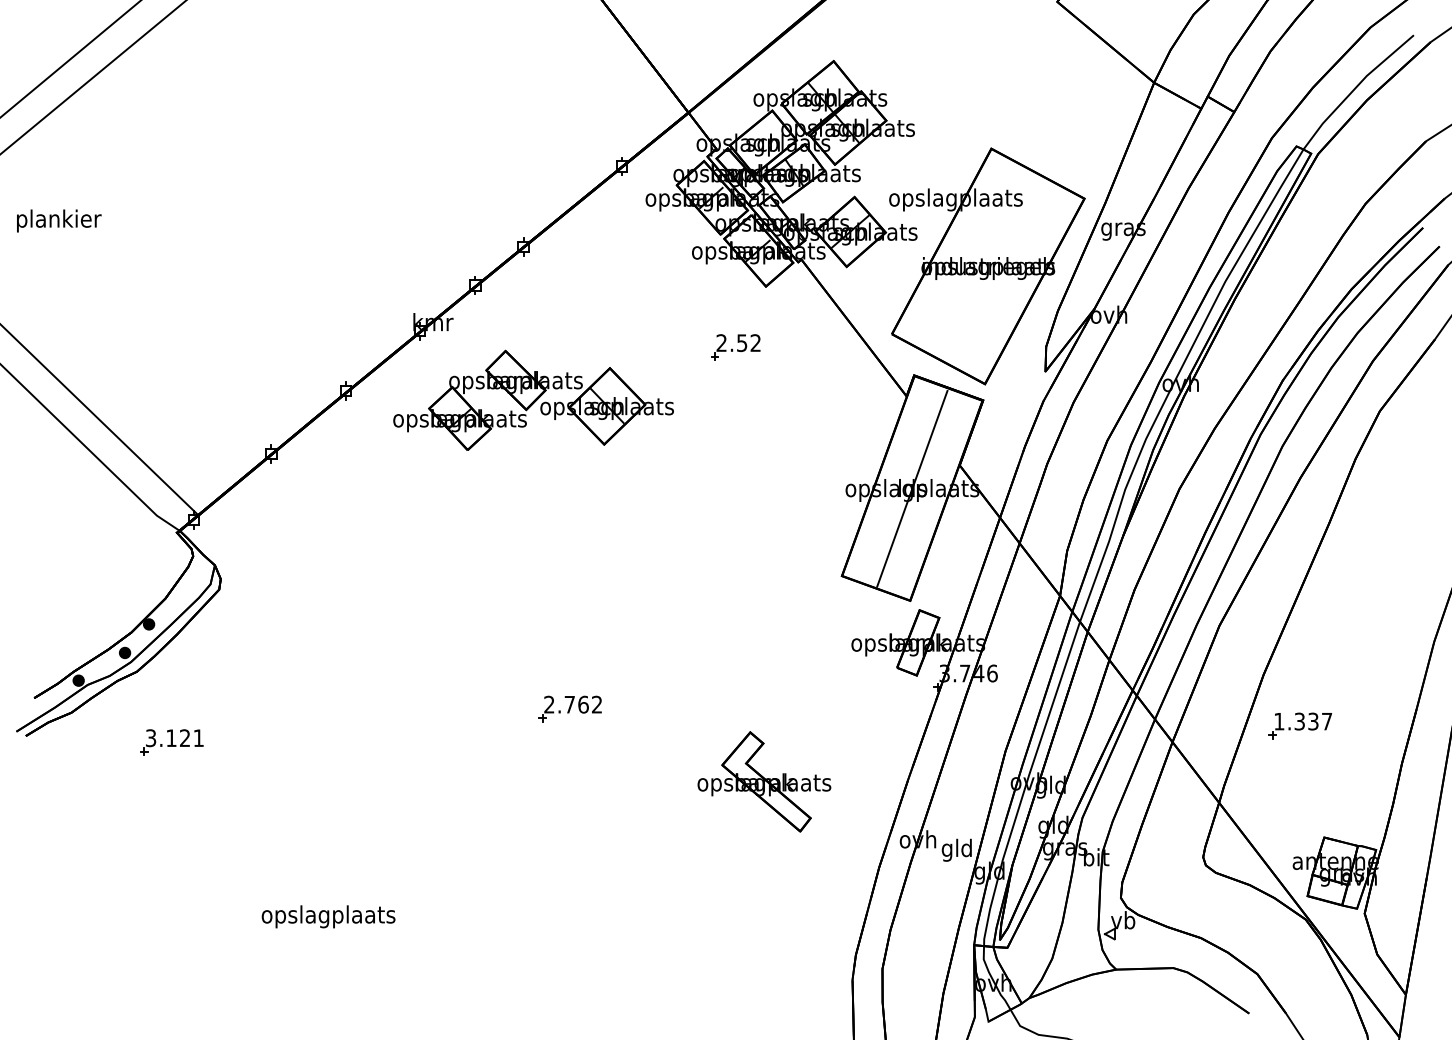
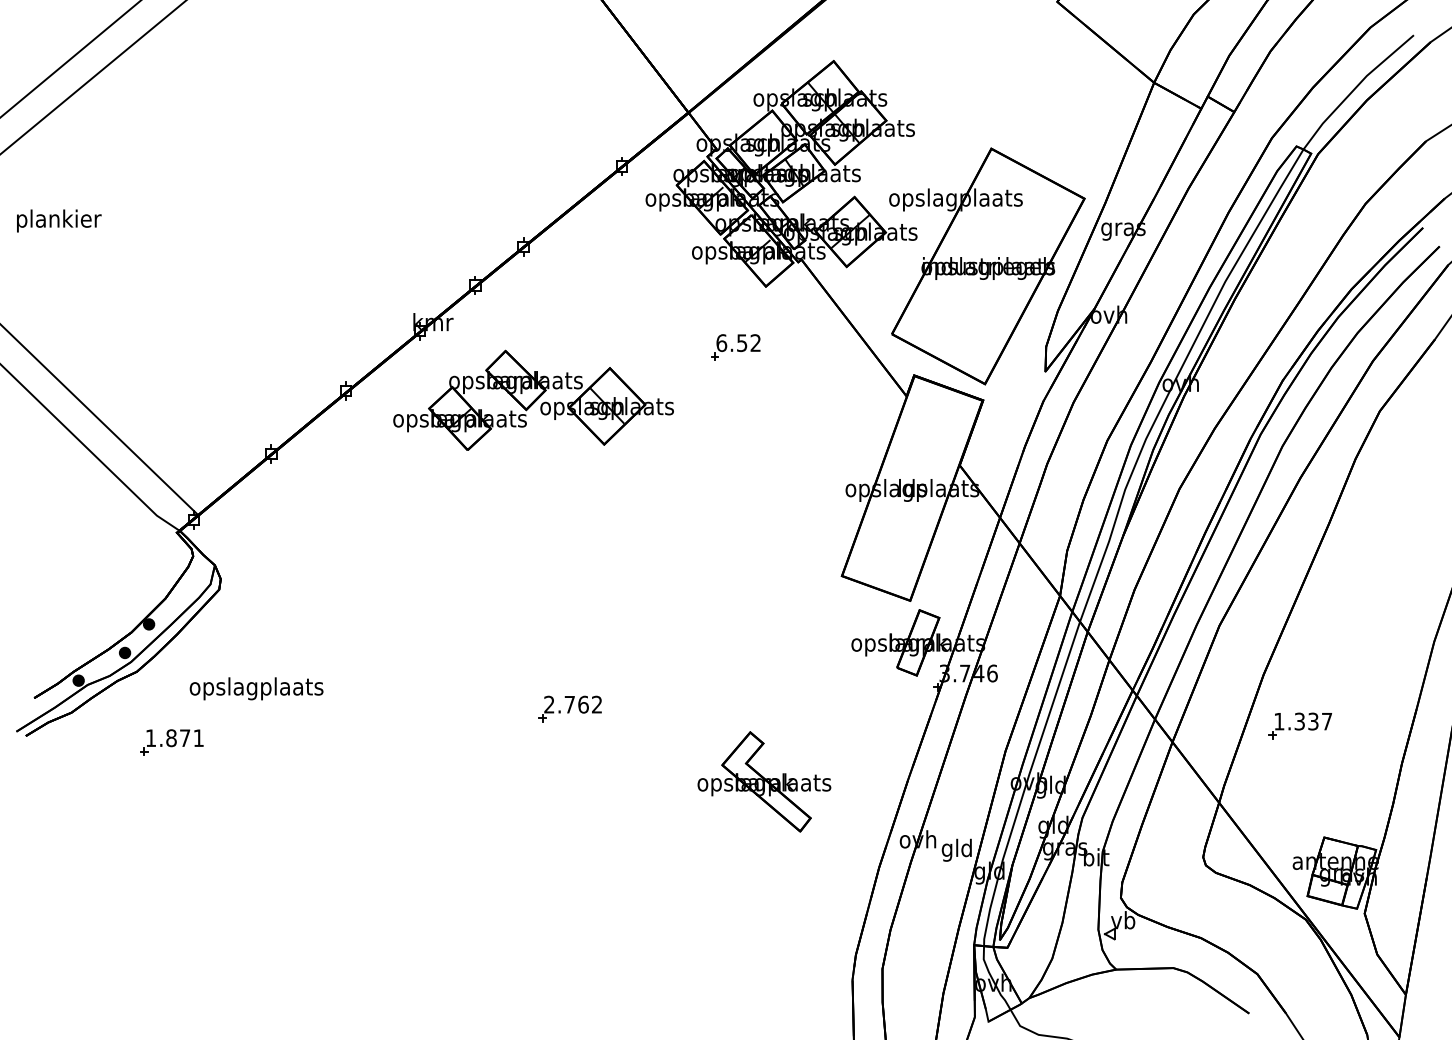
text at (721, 343): 2.52 -> 6.52
line at (912, 488): present -> none
text at (168, 738): 3.121 -> 1.871
text at (328, 916) position: (328, 916) -> (256, 688)
